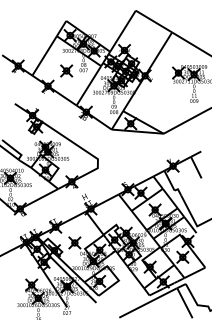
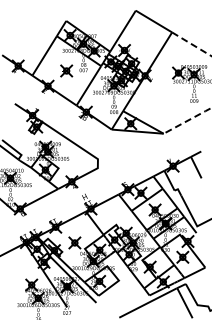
line at (191, 44): solid -> dashed
line at (188, 120): solid -> dashed
